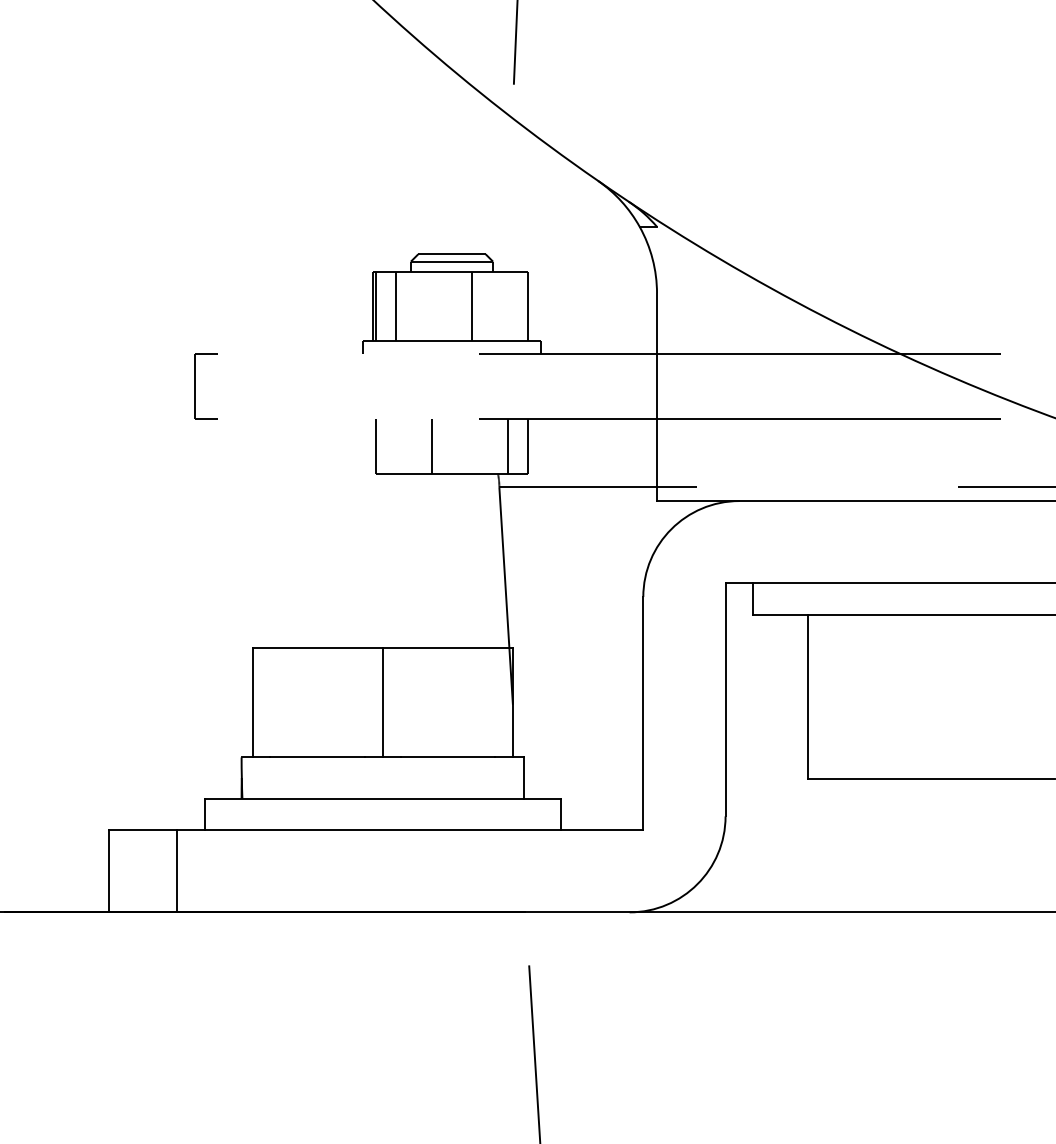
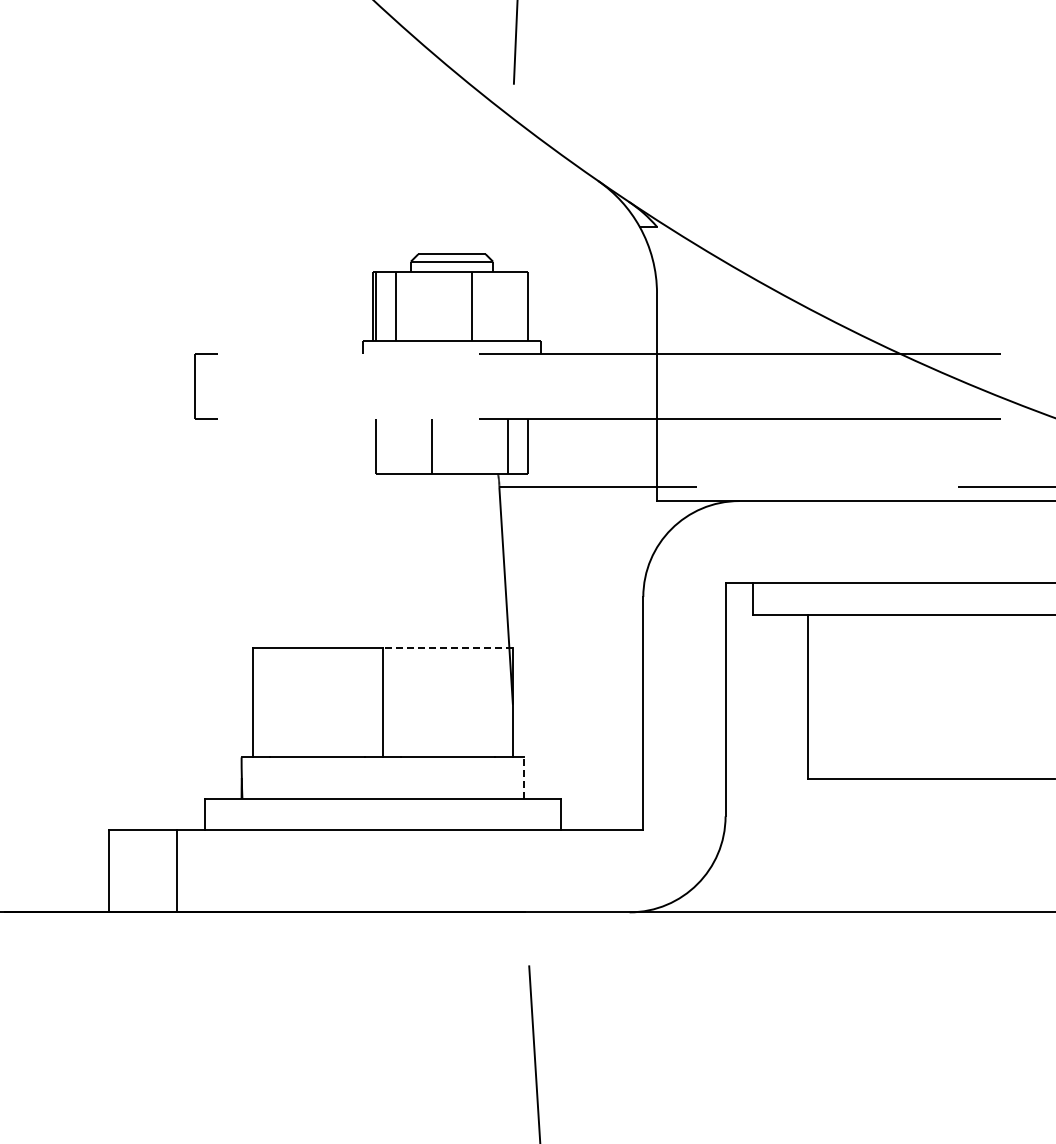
line at (447, 647): solid -> dashed
line at (524, 778): solid -> dashed
